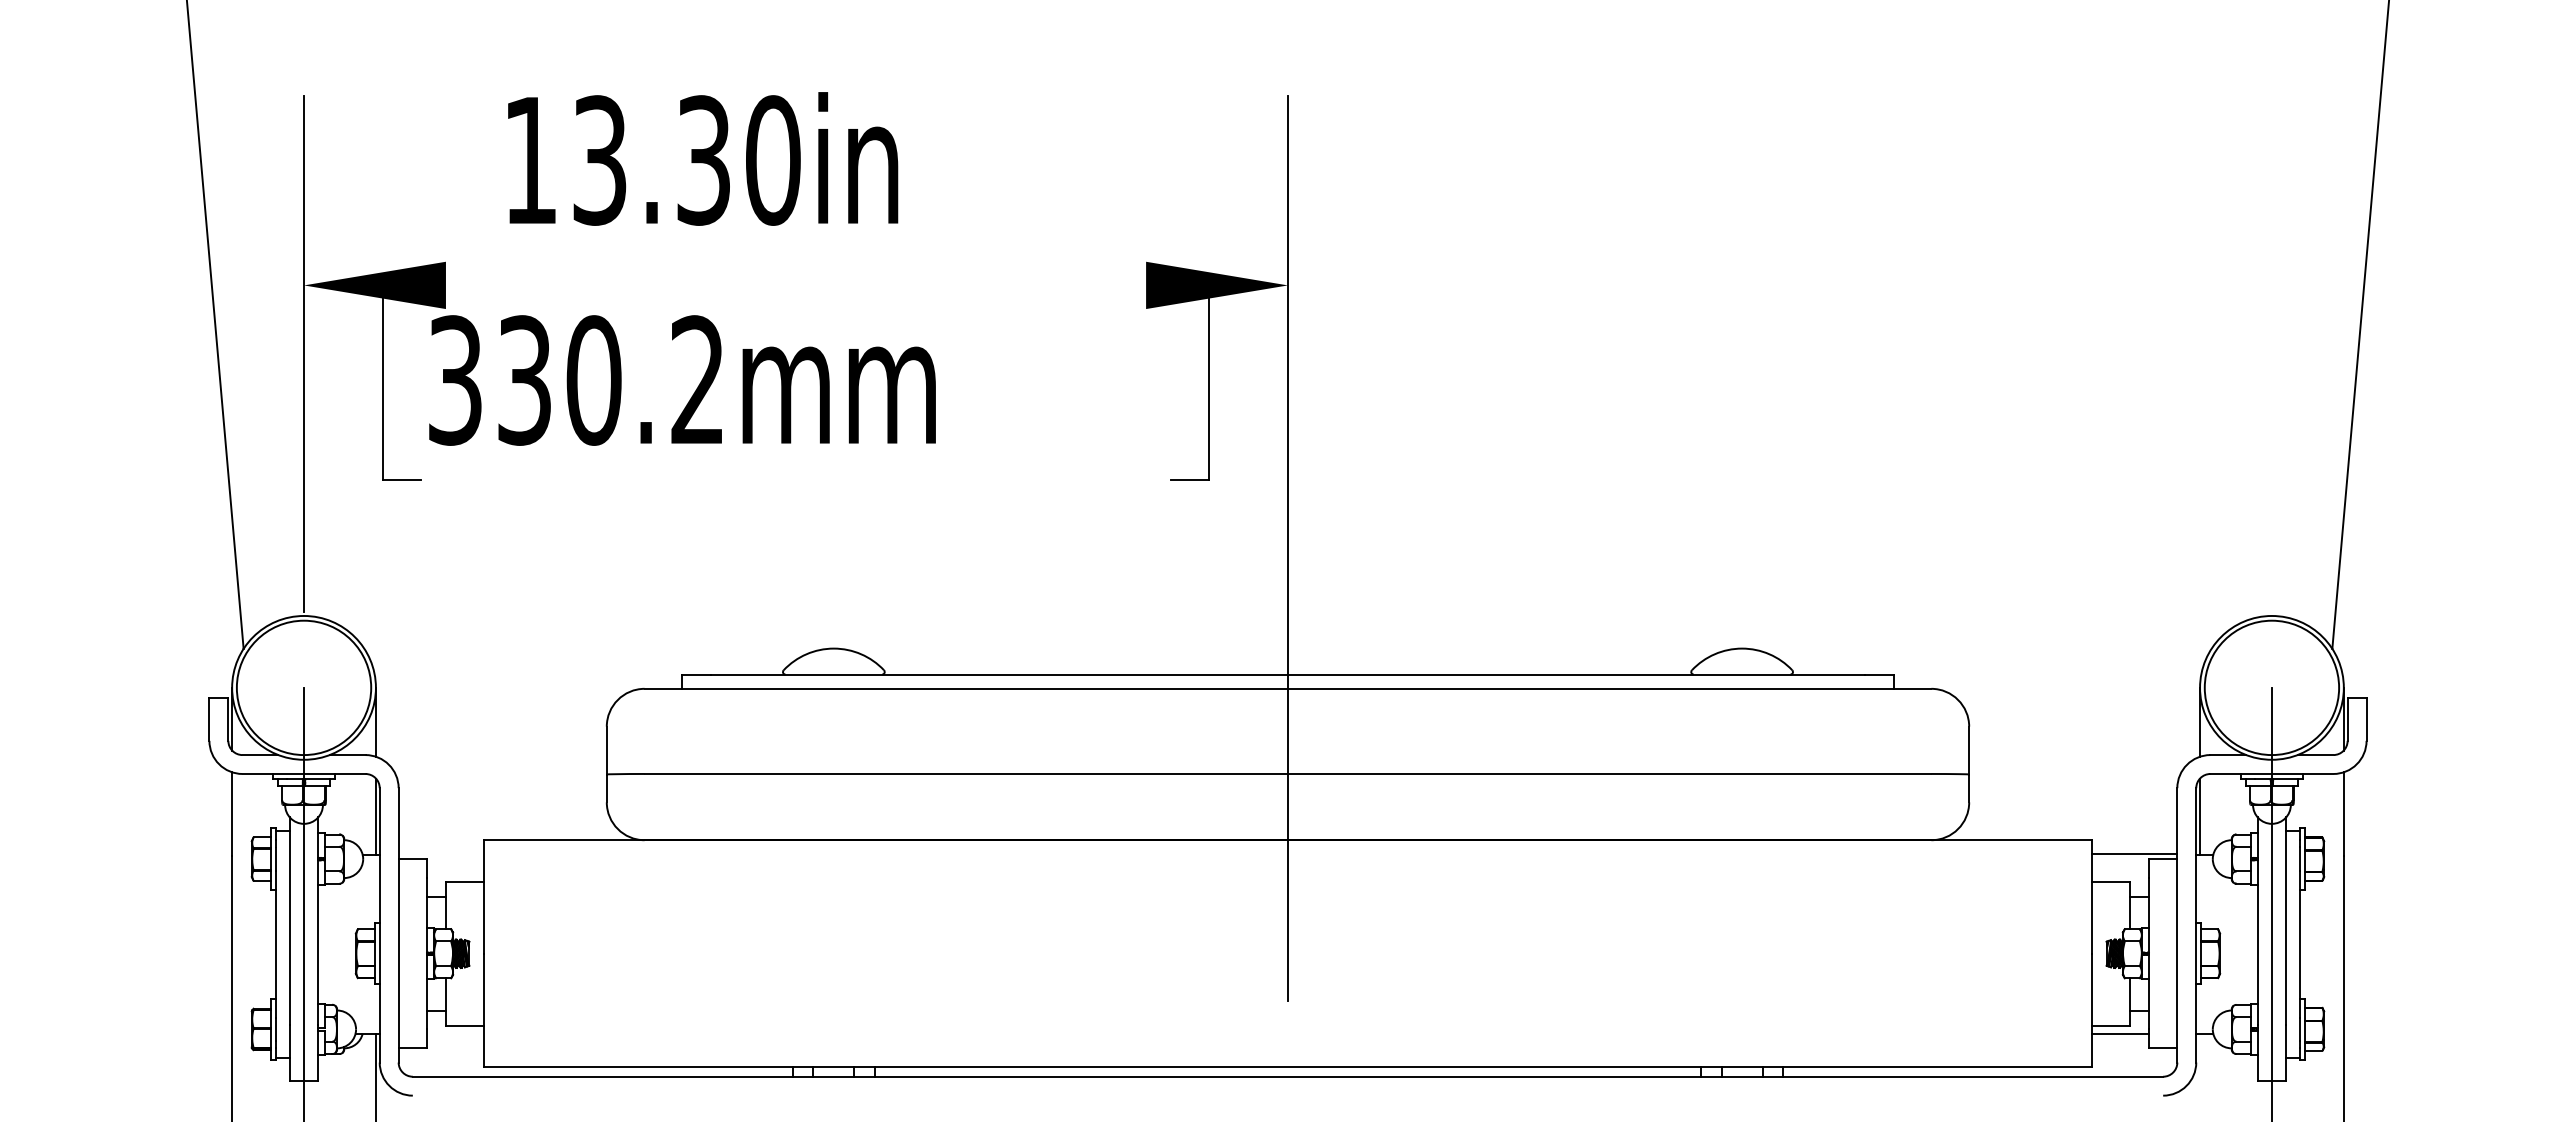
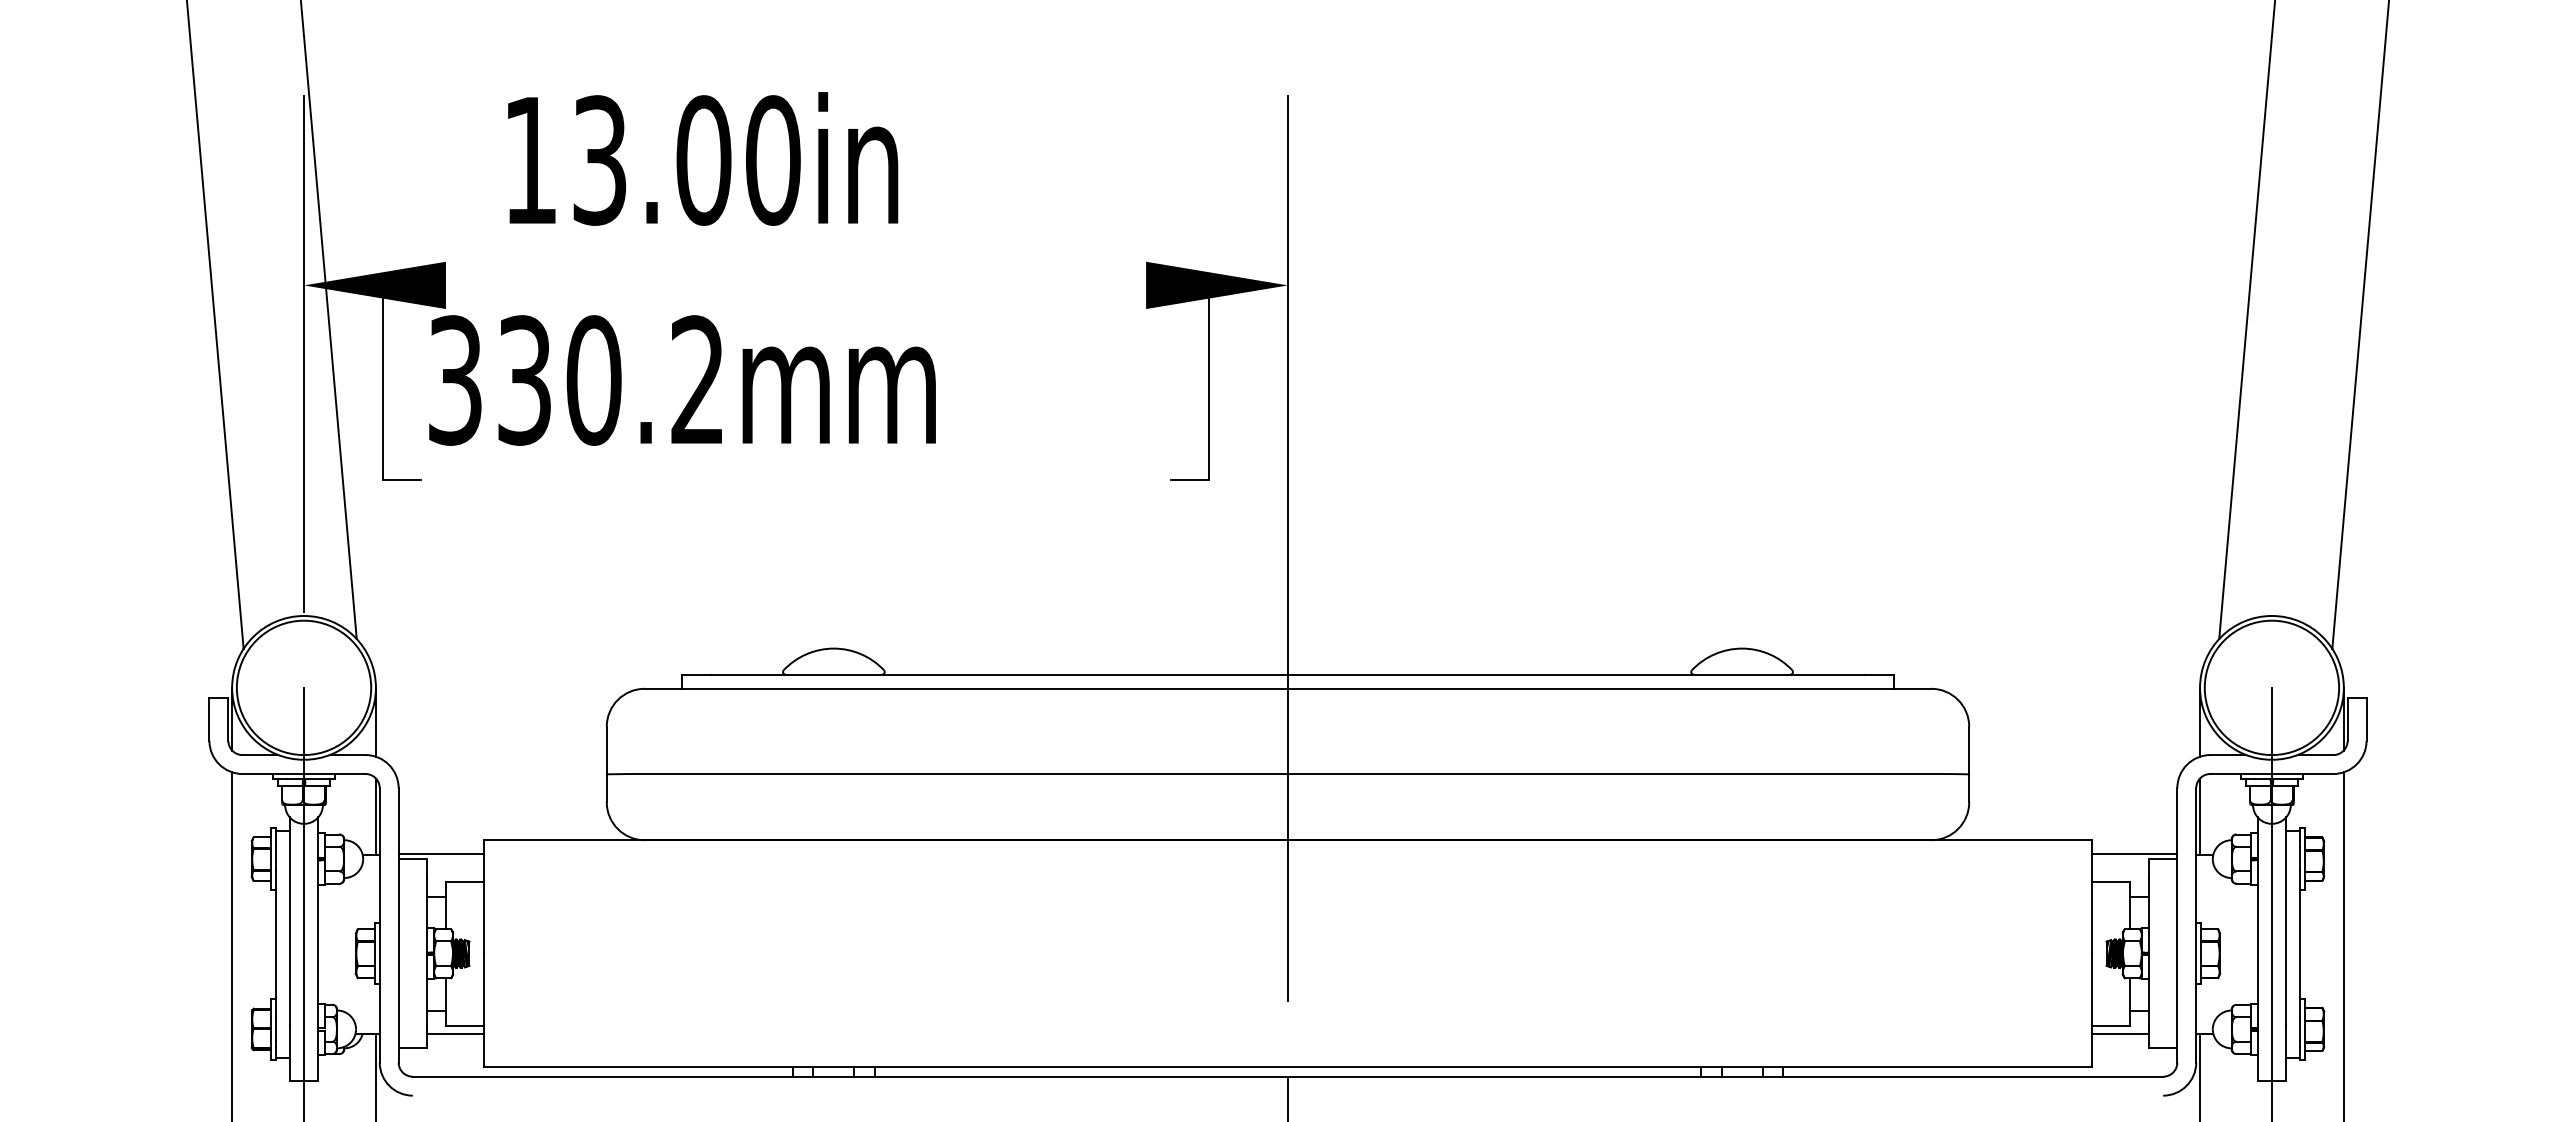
text at (703, 160): 13.30in -> 13.00in
line at (328, 320): none -> present
line at (2246, 320): none -> present
line at (440, 854): none -> present
line at (455, 1034): none -> present
line at (2200, 1075): none -> present
line at (1288, 1097): none -> present
